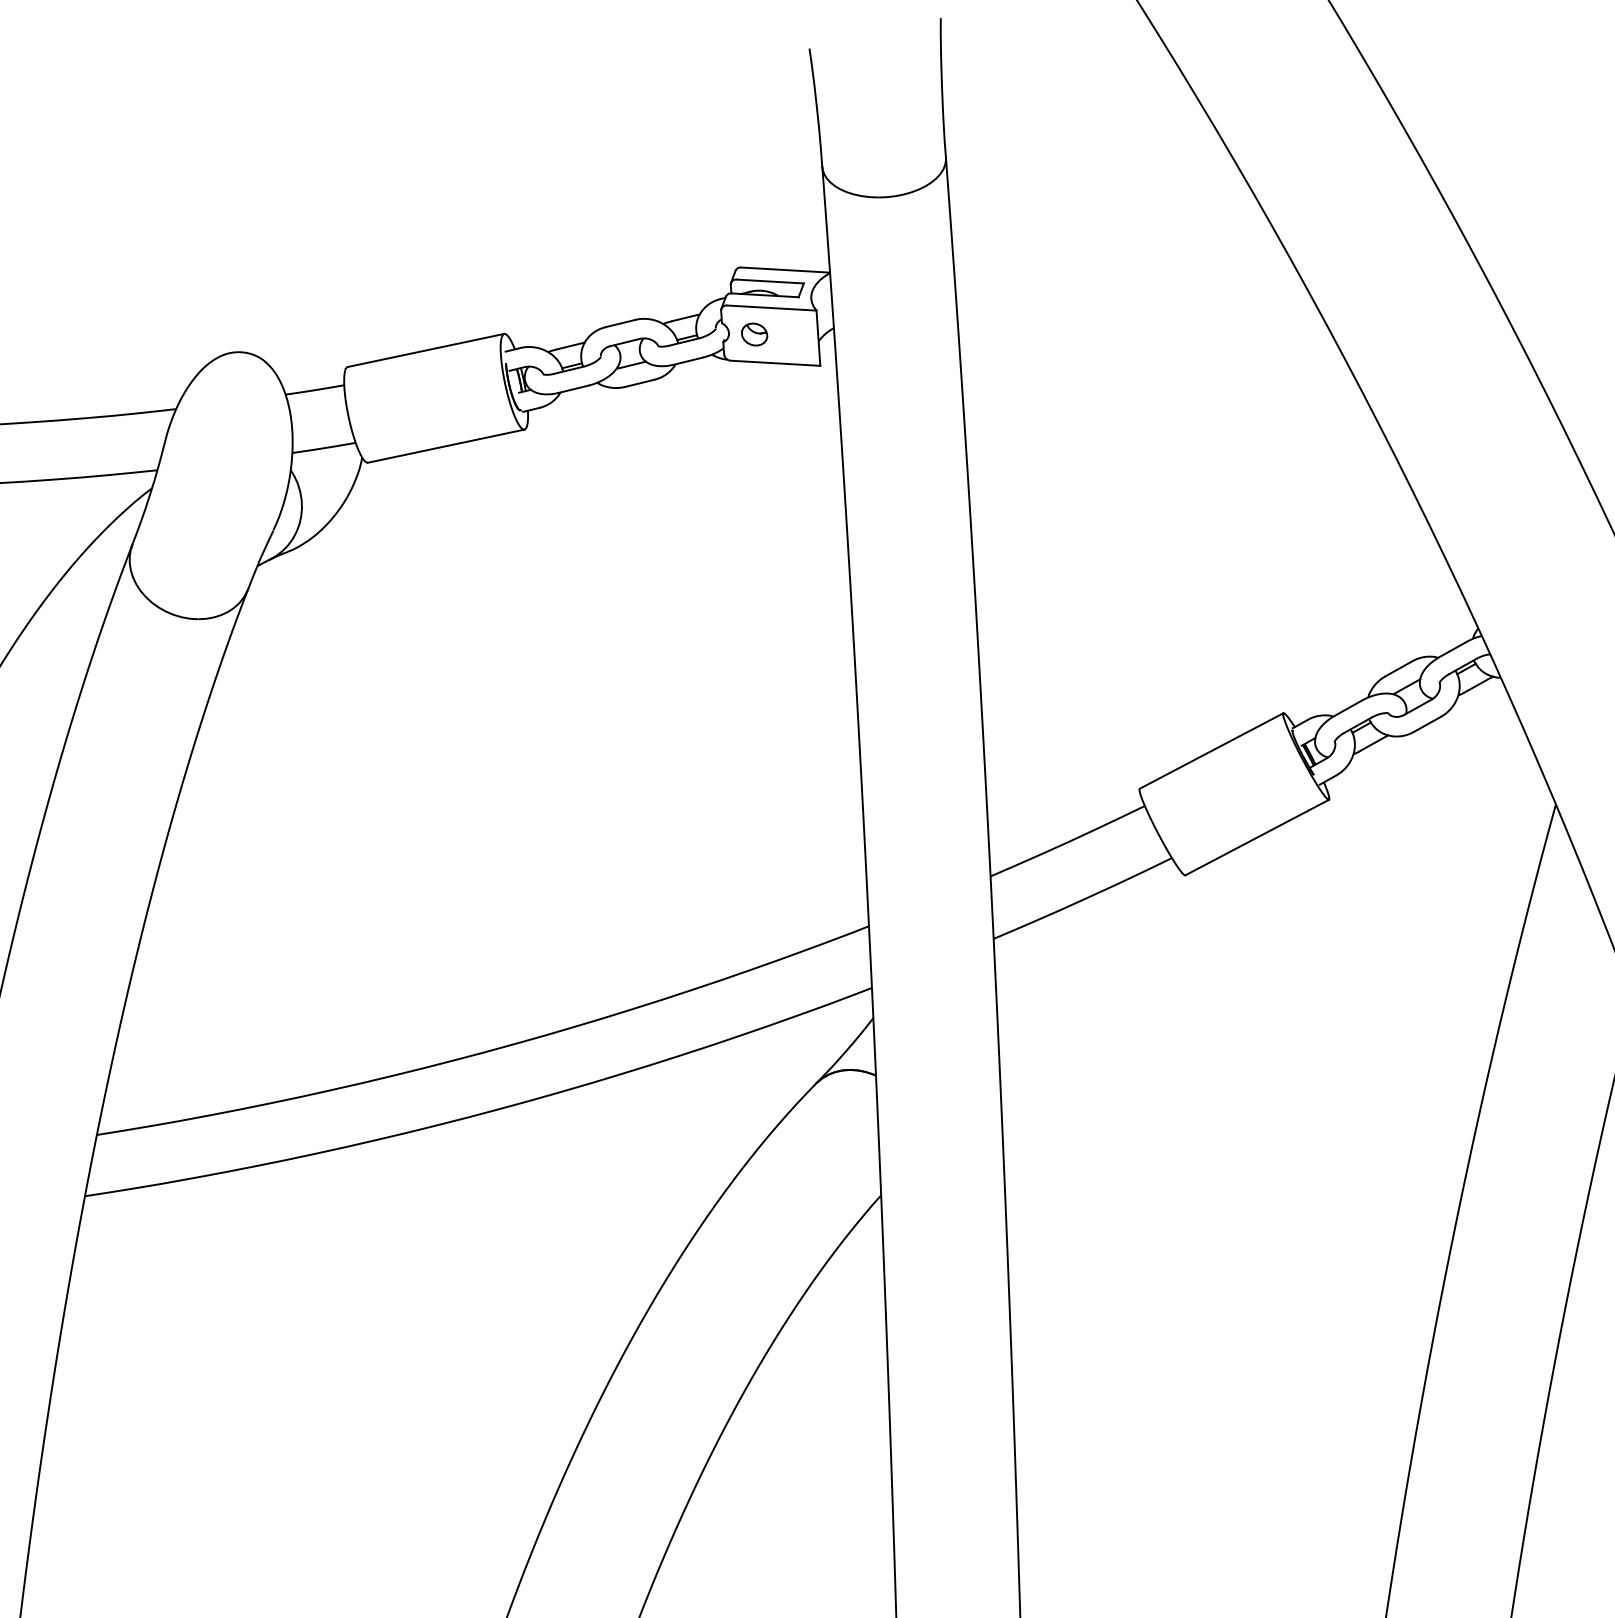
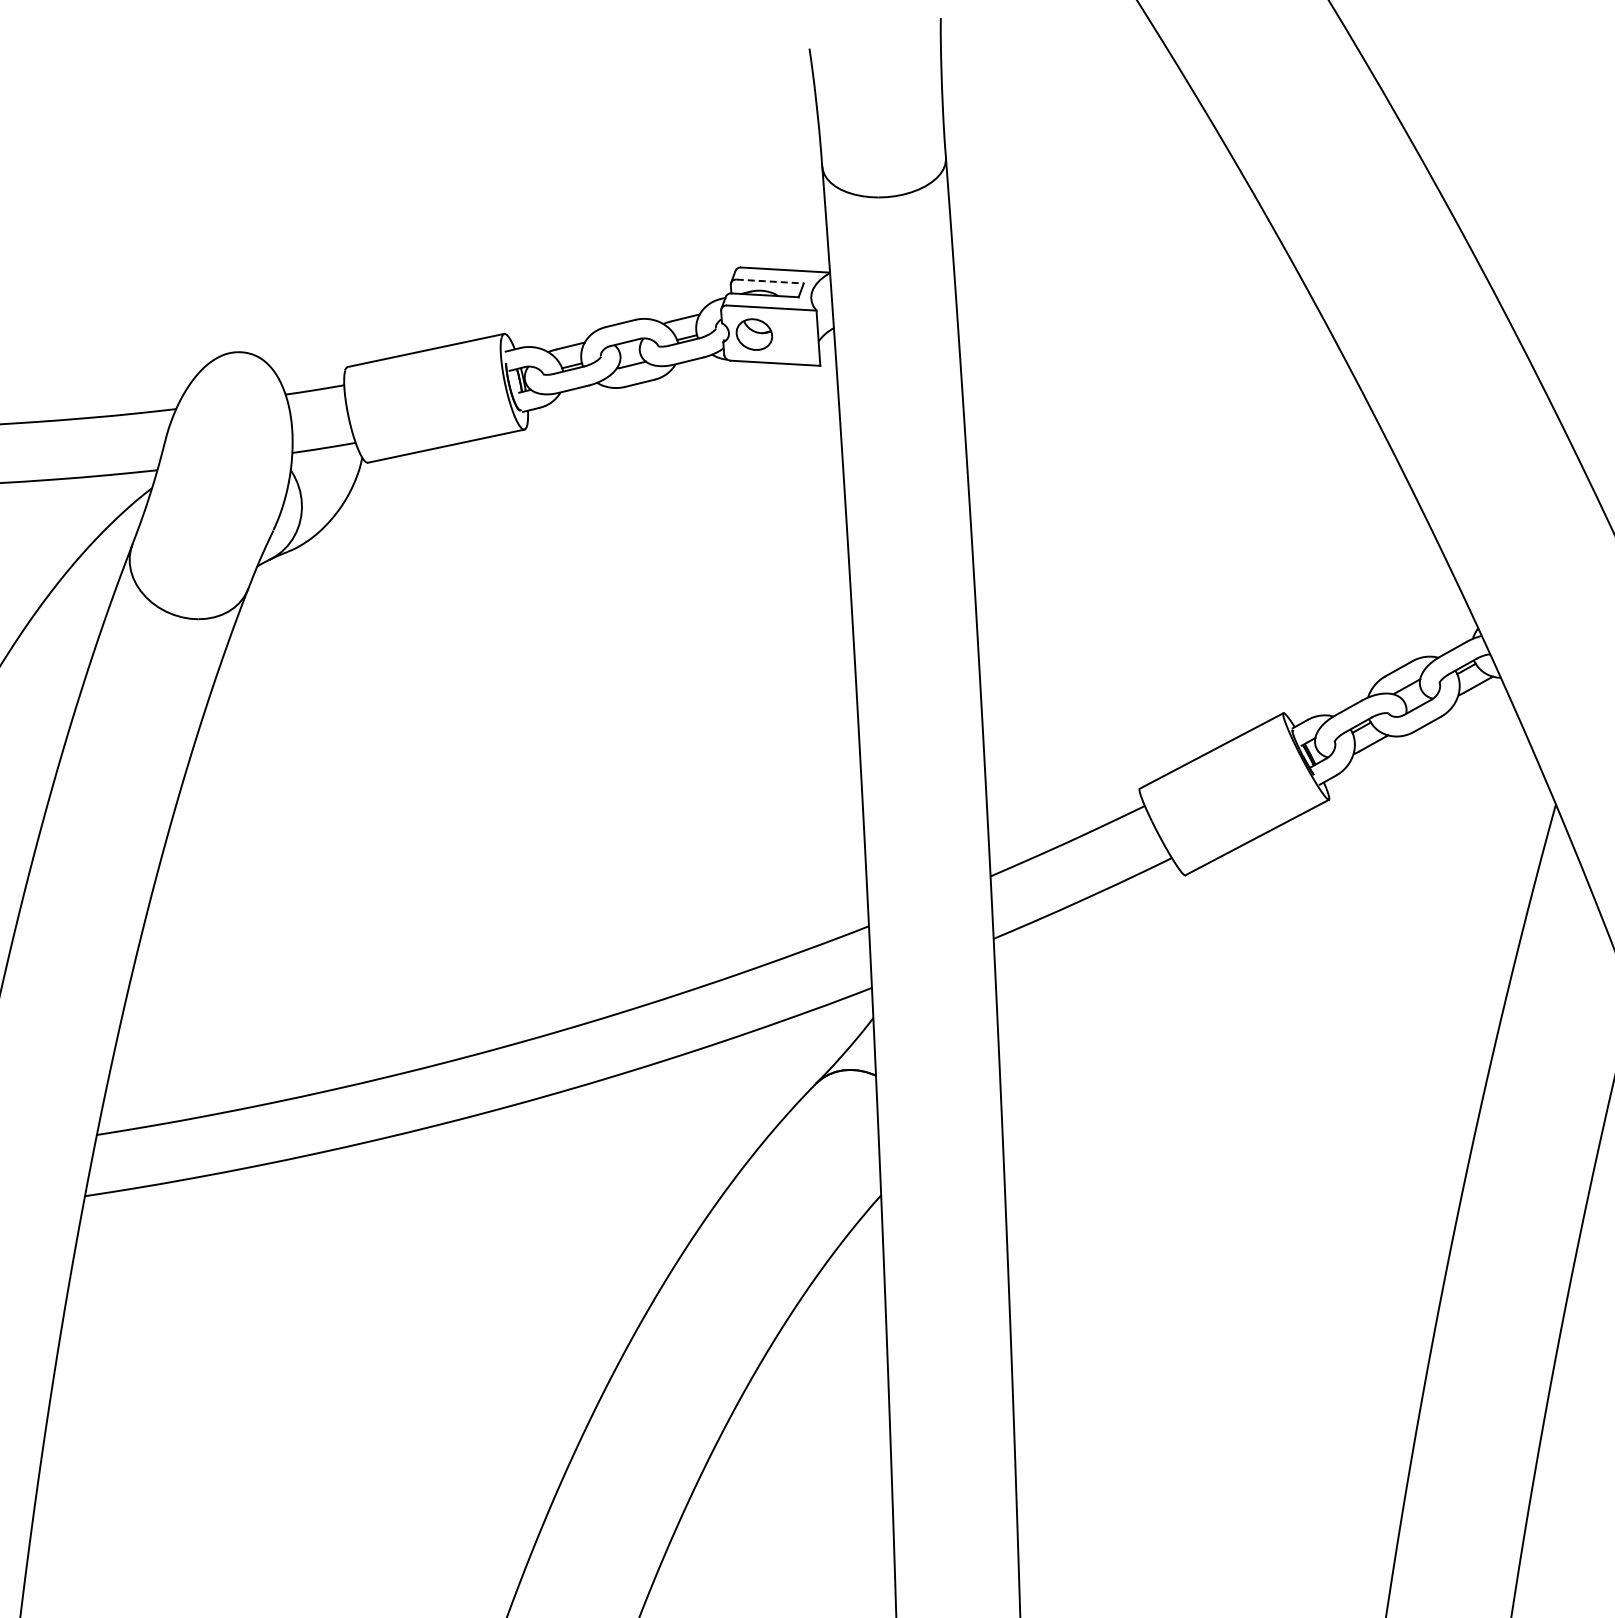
line at (770, 281): solid -> dashed
part at (754, 334) size: 28x25 px -> 39x33 px
